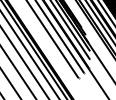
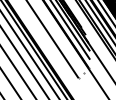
line at (60, 37): present -> none
